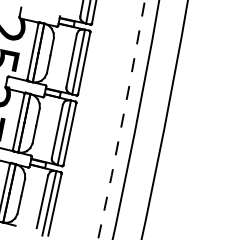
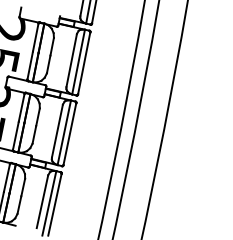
arc at (122, 120): dashed -> solid
